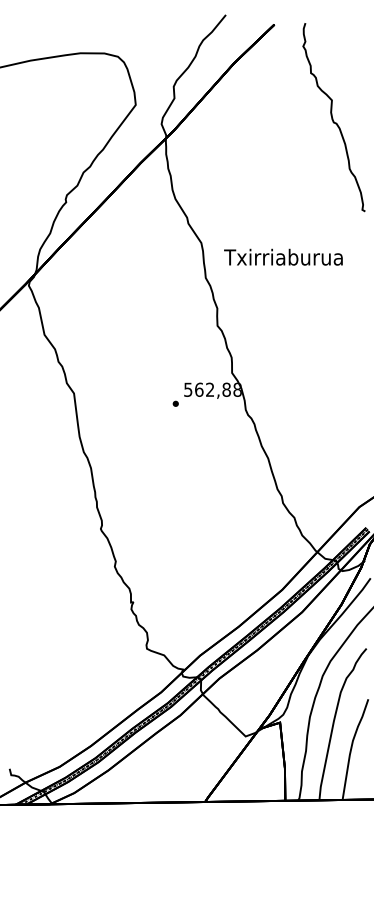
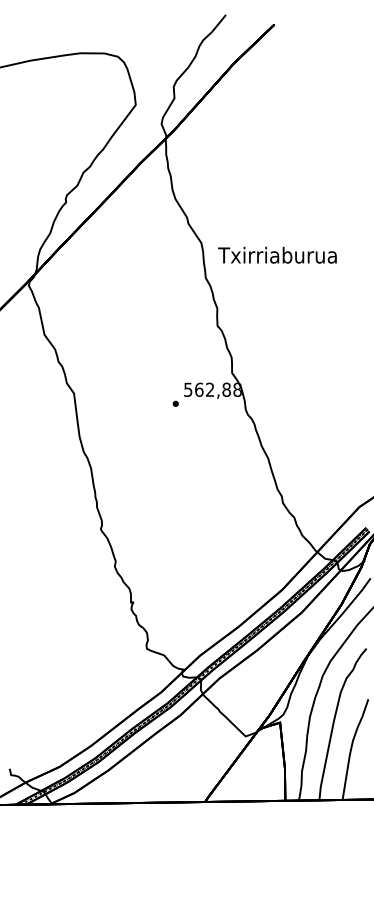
curve at (332, 117): present -> none
text at (283, 256) position: (283, 256) -> (277, 254)
